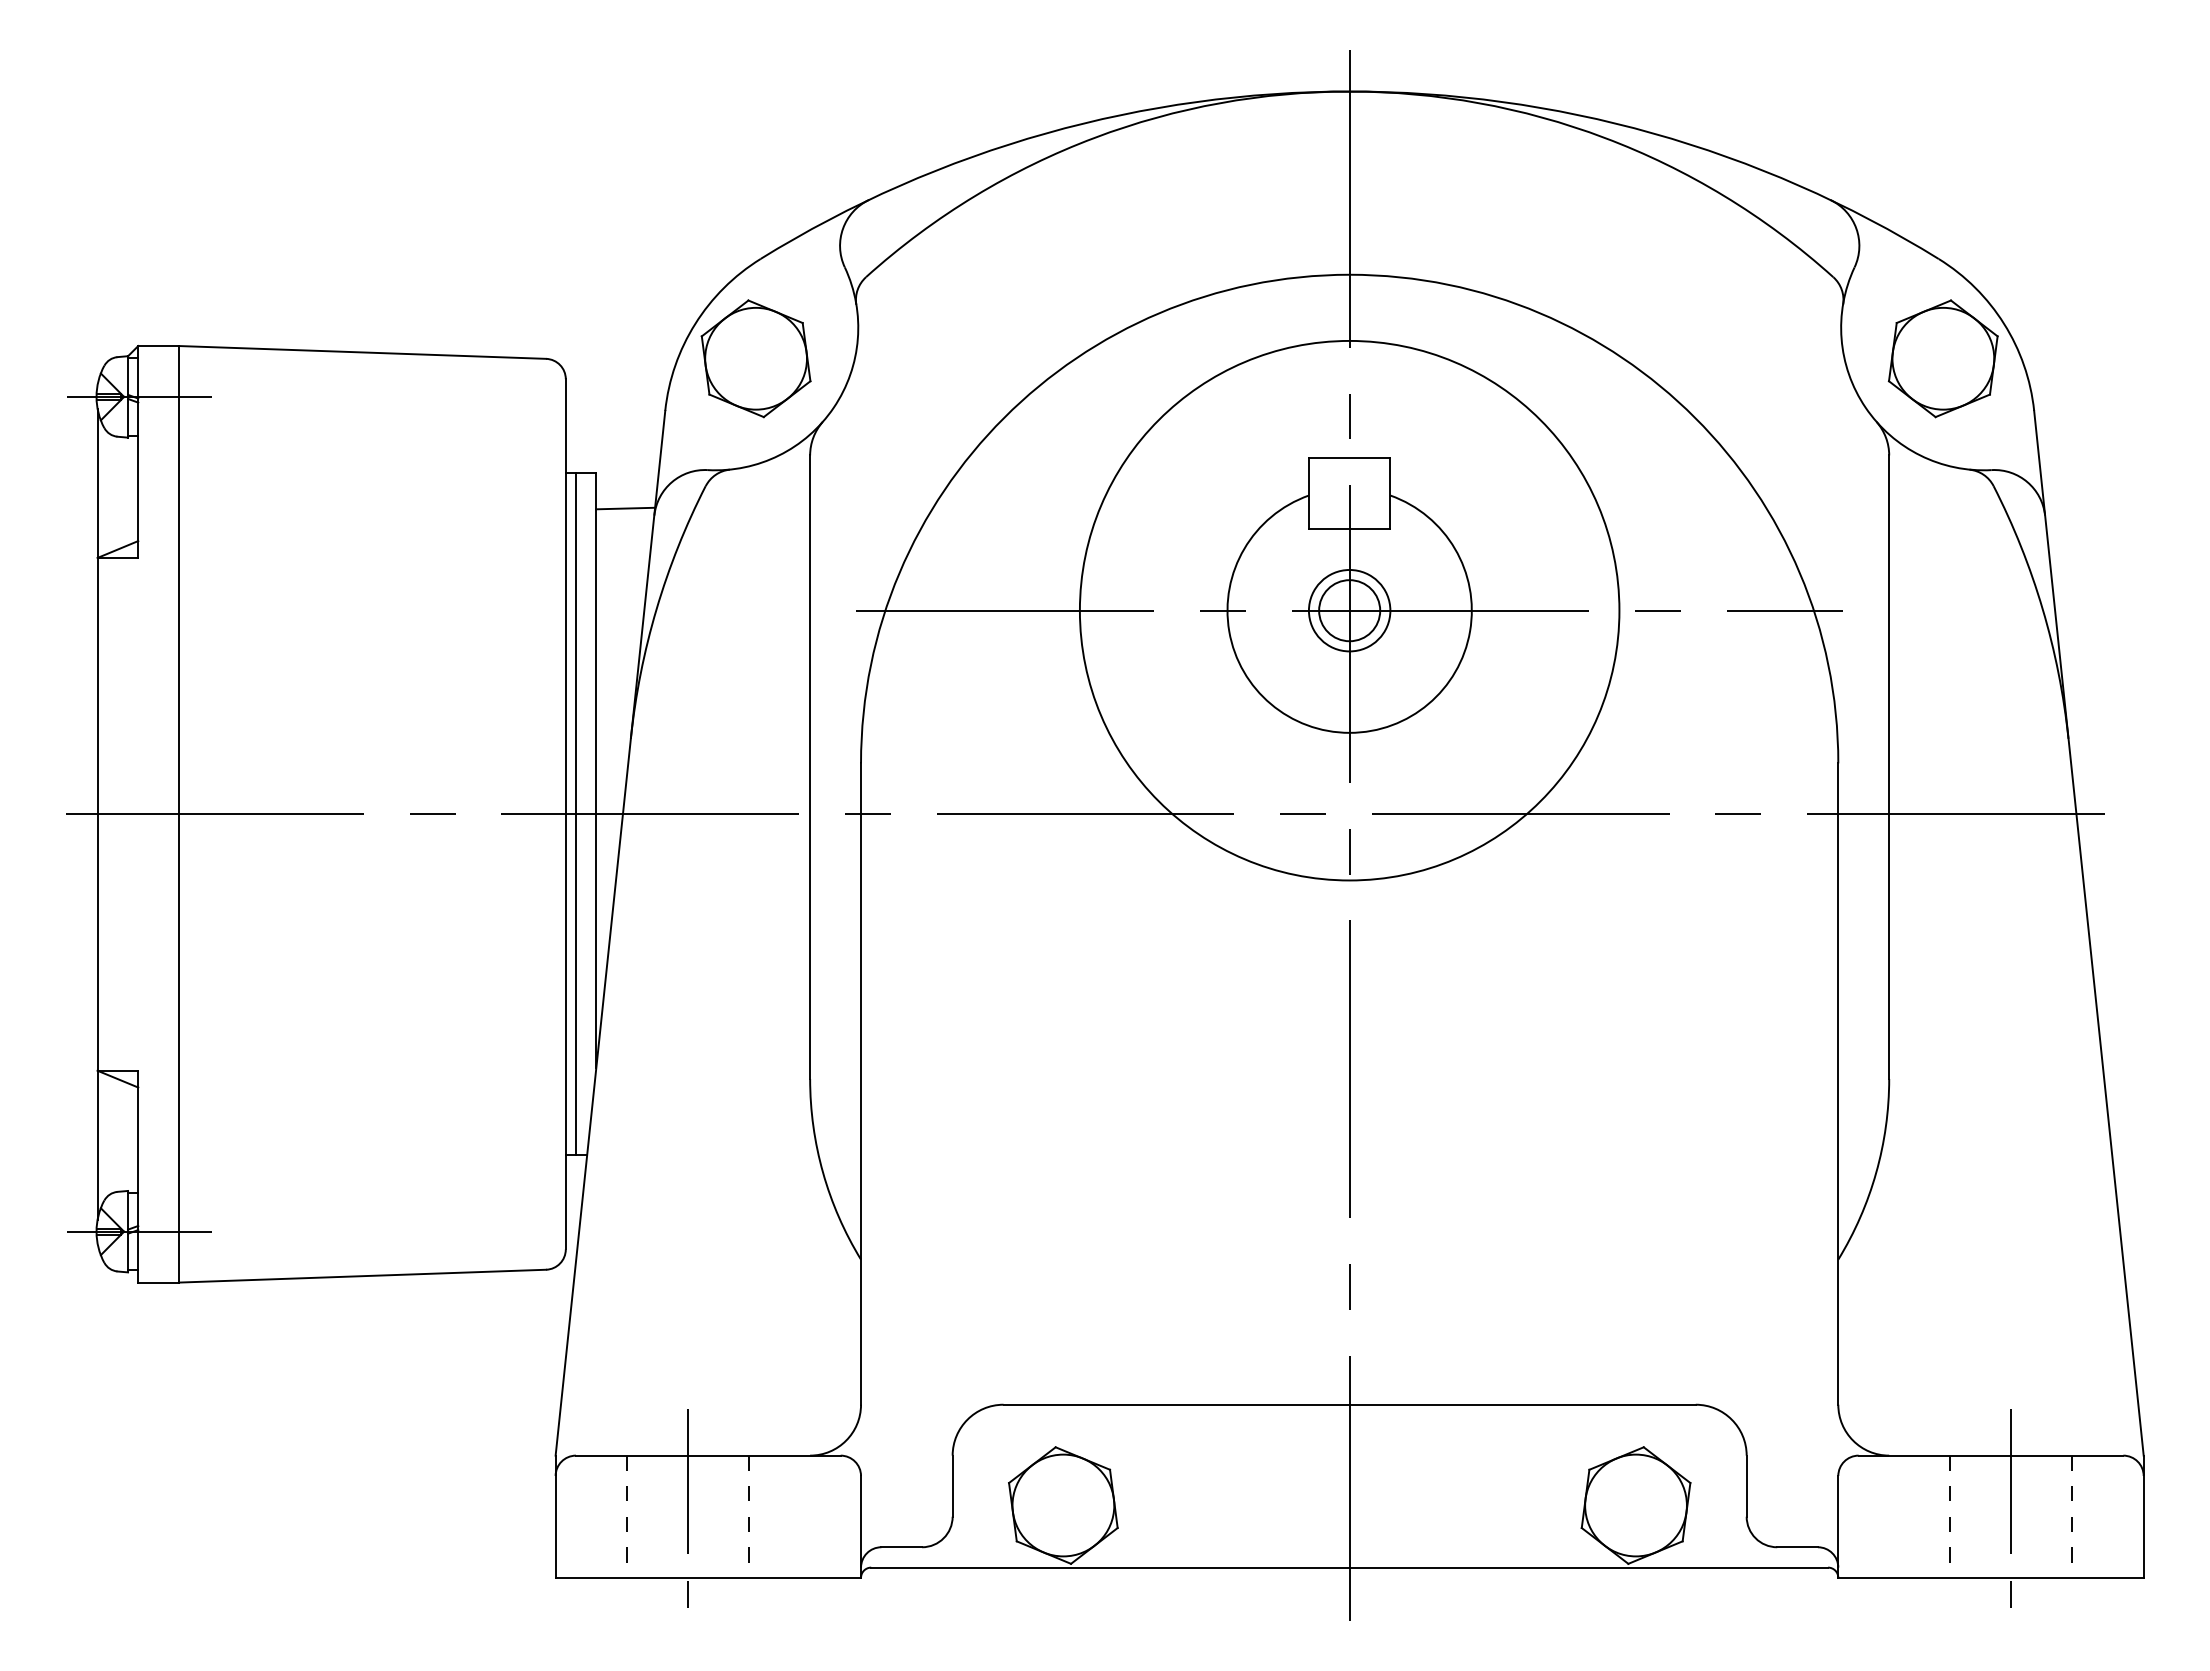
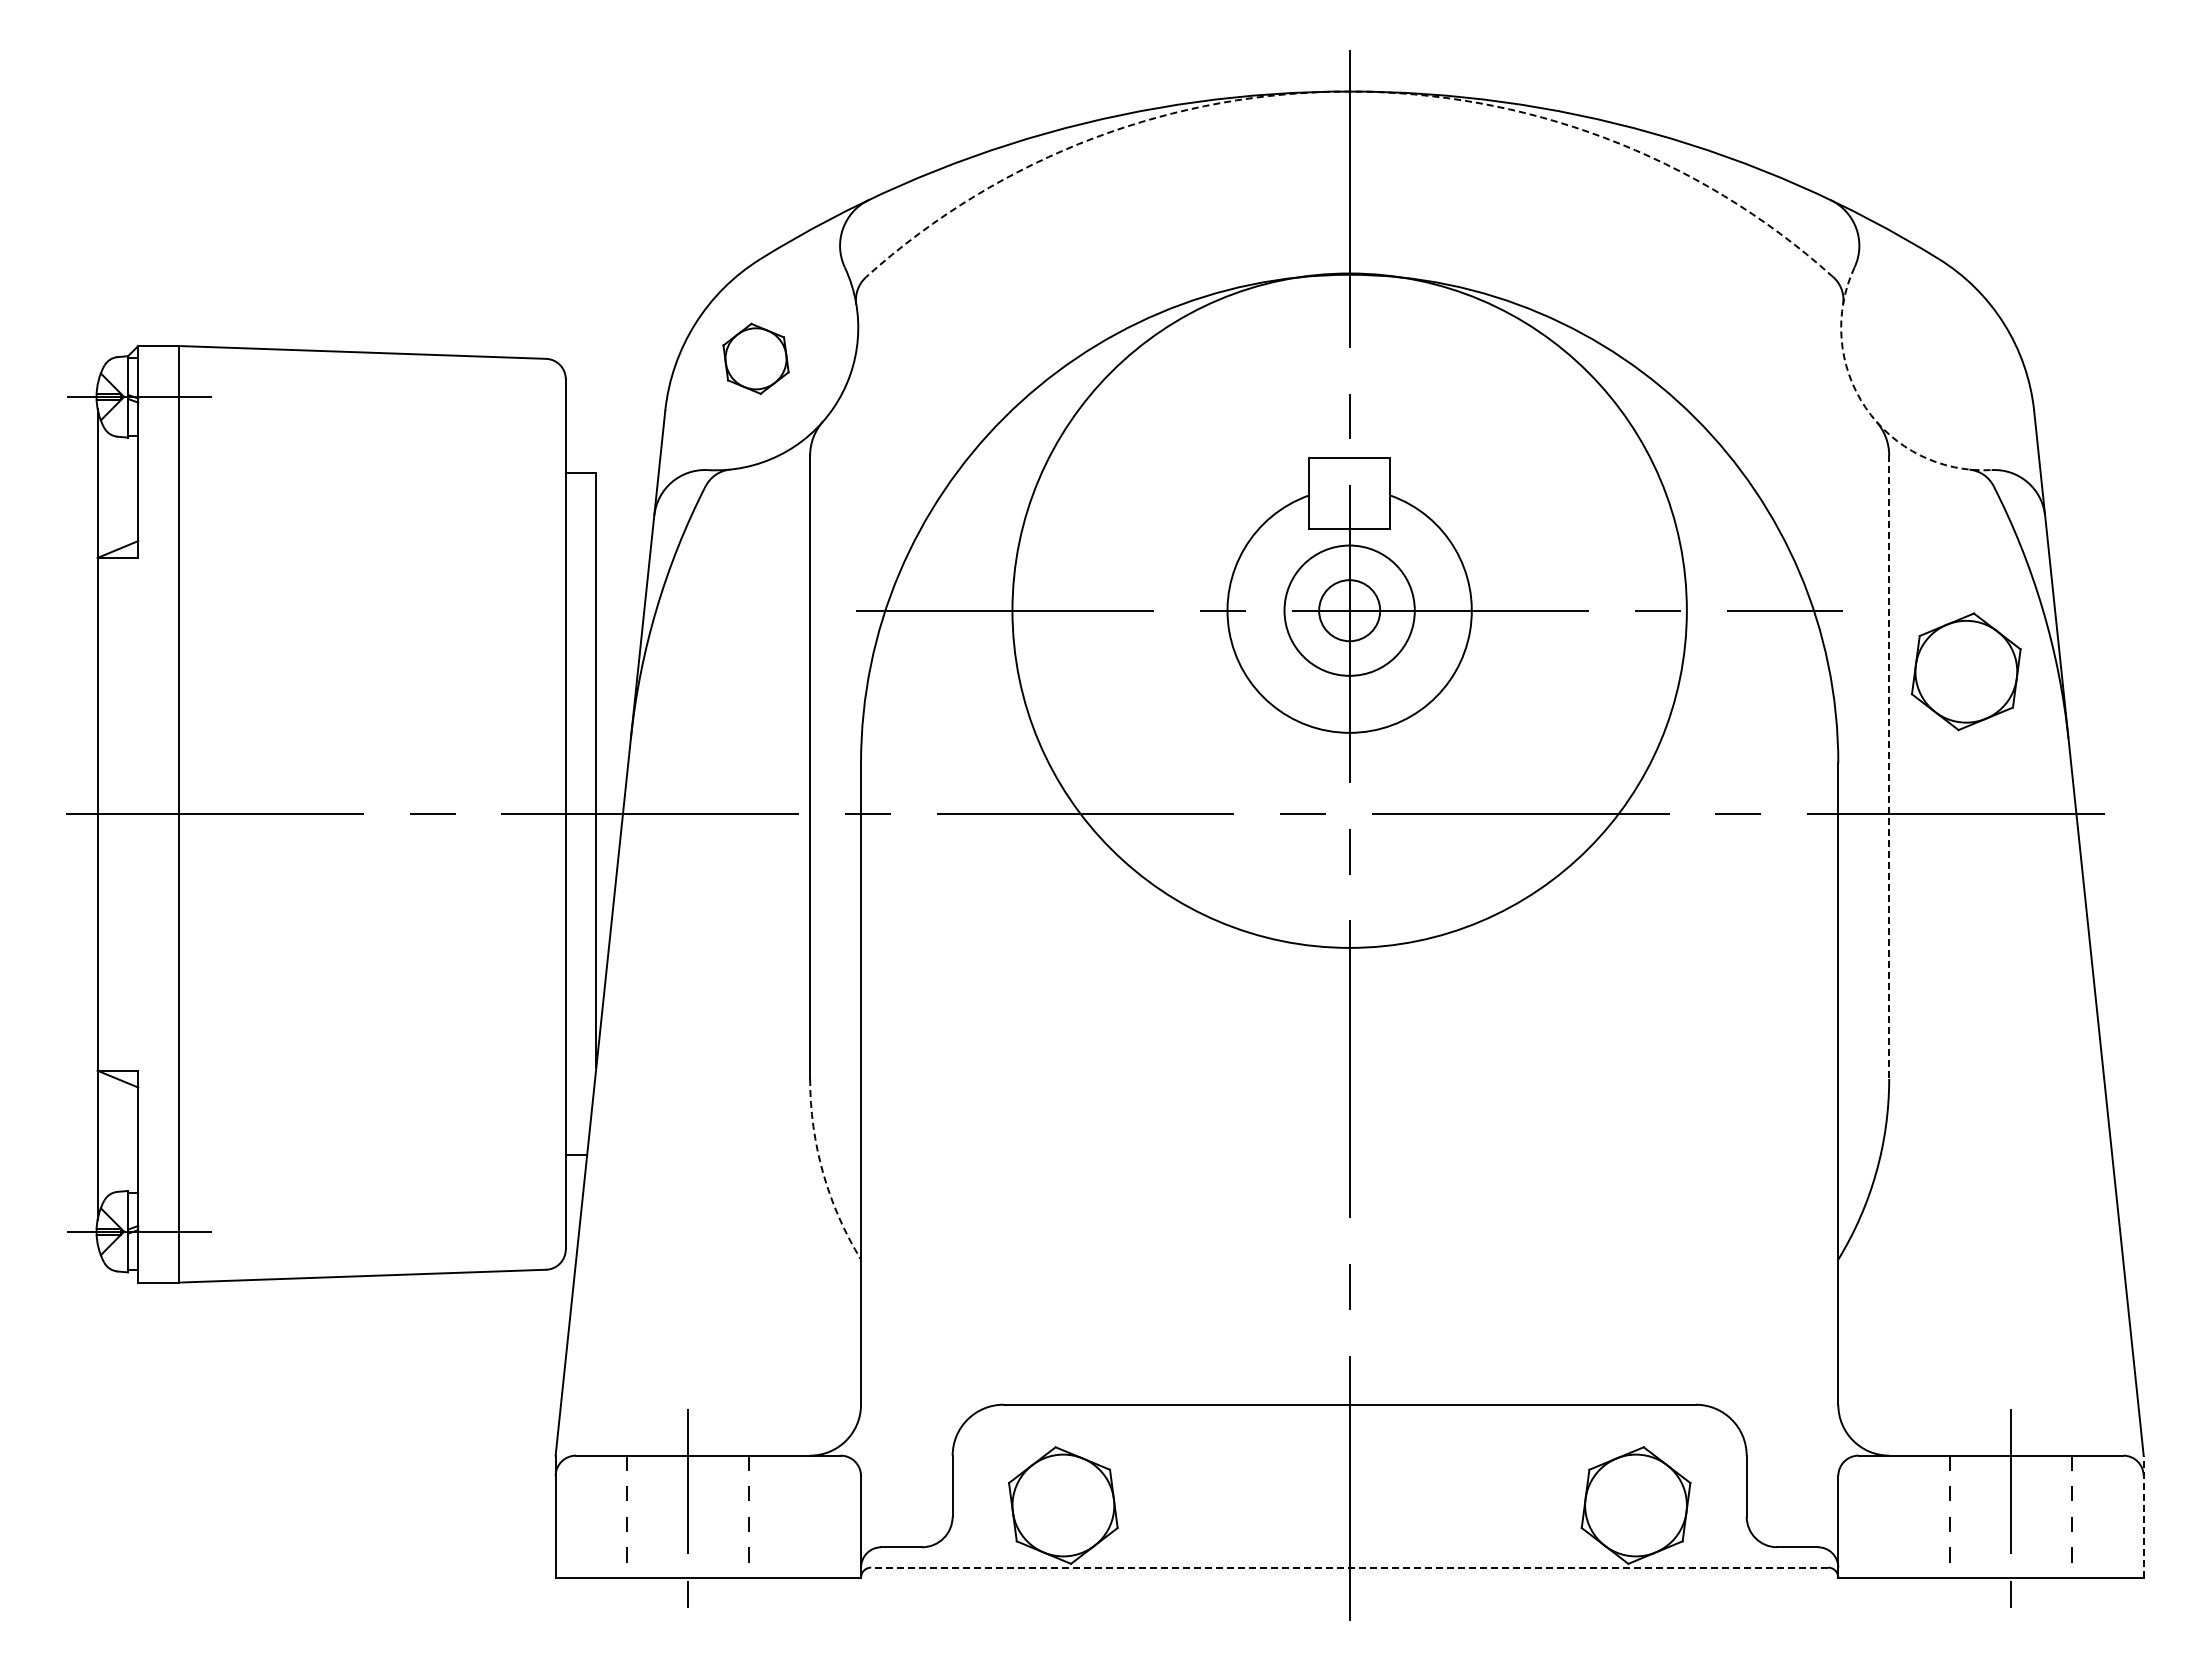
arc at (1349, 91): solid -> dashed
part at (755, 358) size: 112x120 px -> 68x73 px
part at (1942, 358) position: (1942, 358) -> (1965, 671)
arc at (1865, 407): solid -> dashed
line at (625, 508): present -> none
circle at (1349, 610) diameter: 540 px -> 674 px
circle at (1349, 610) diameter: 81 px -> 130 px
line at (1889, 767): solid -> dashed
line at (576, 814): present -> none
arc at (823, 1172): solid -> dashed
line at (2143, 1516): solid -> dashed
line at (1349, 1567): solid -> dashed
